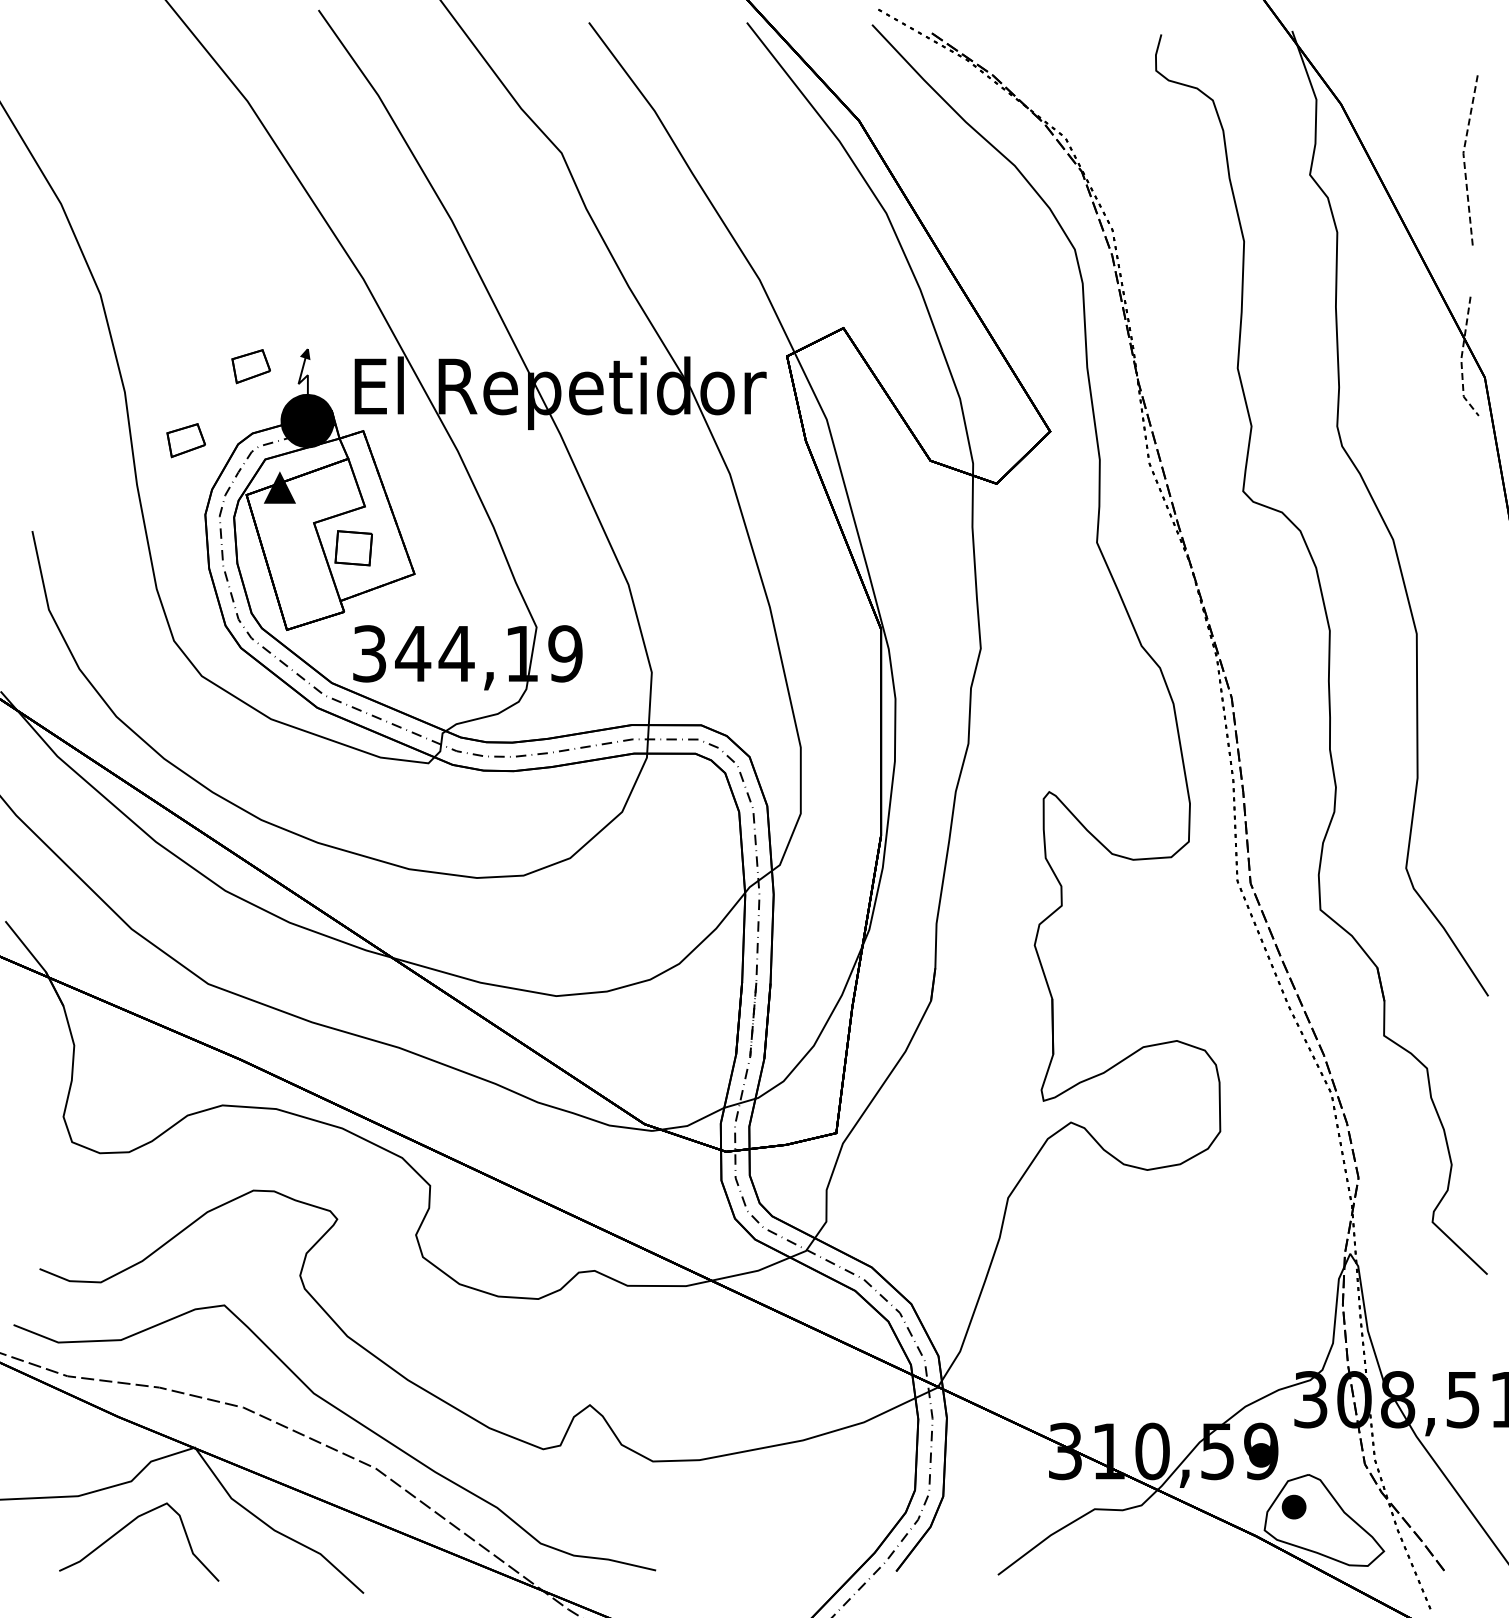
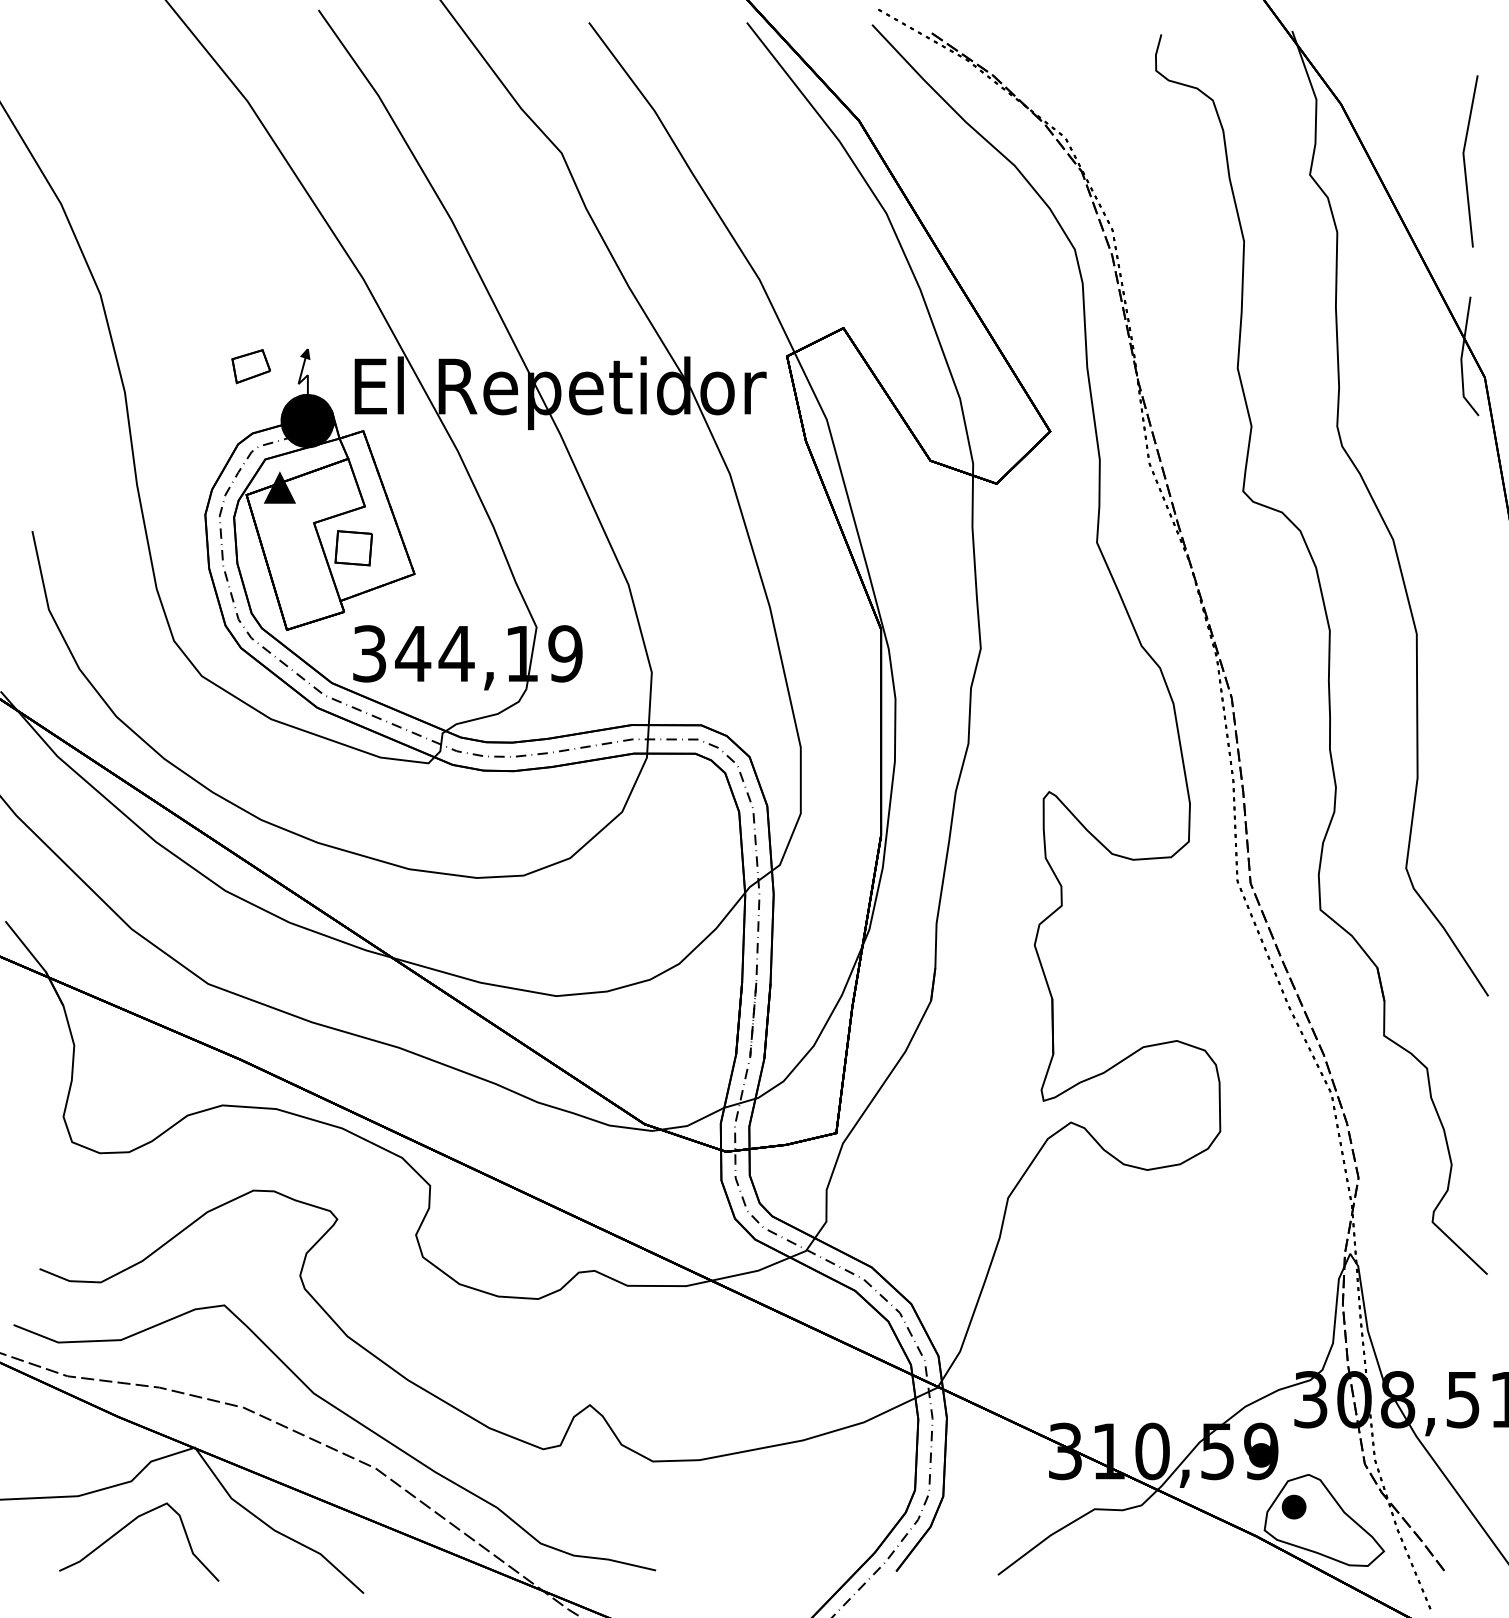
line at (1464, 160): dashed -> solid
line at (1461, 359): dashed -> solid
part at (185, 440): present -> none
